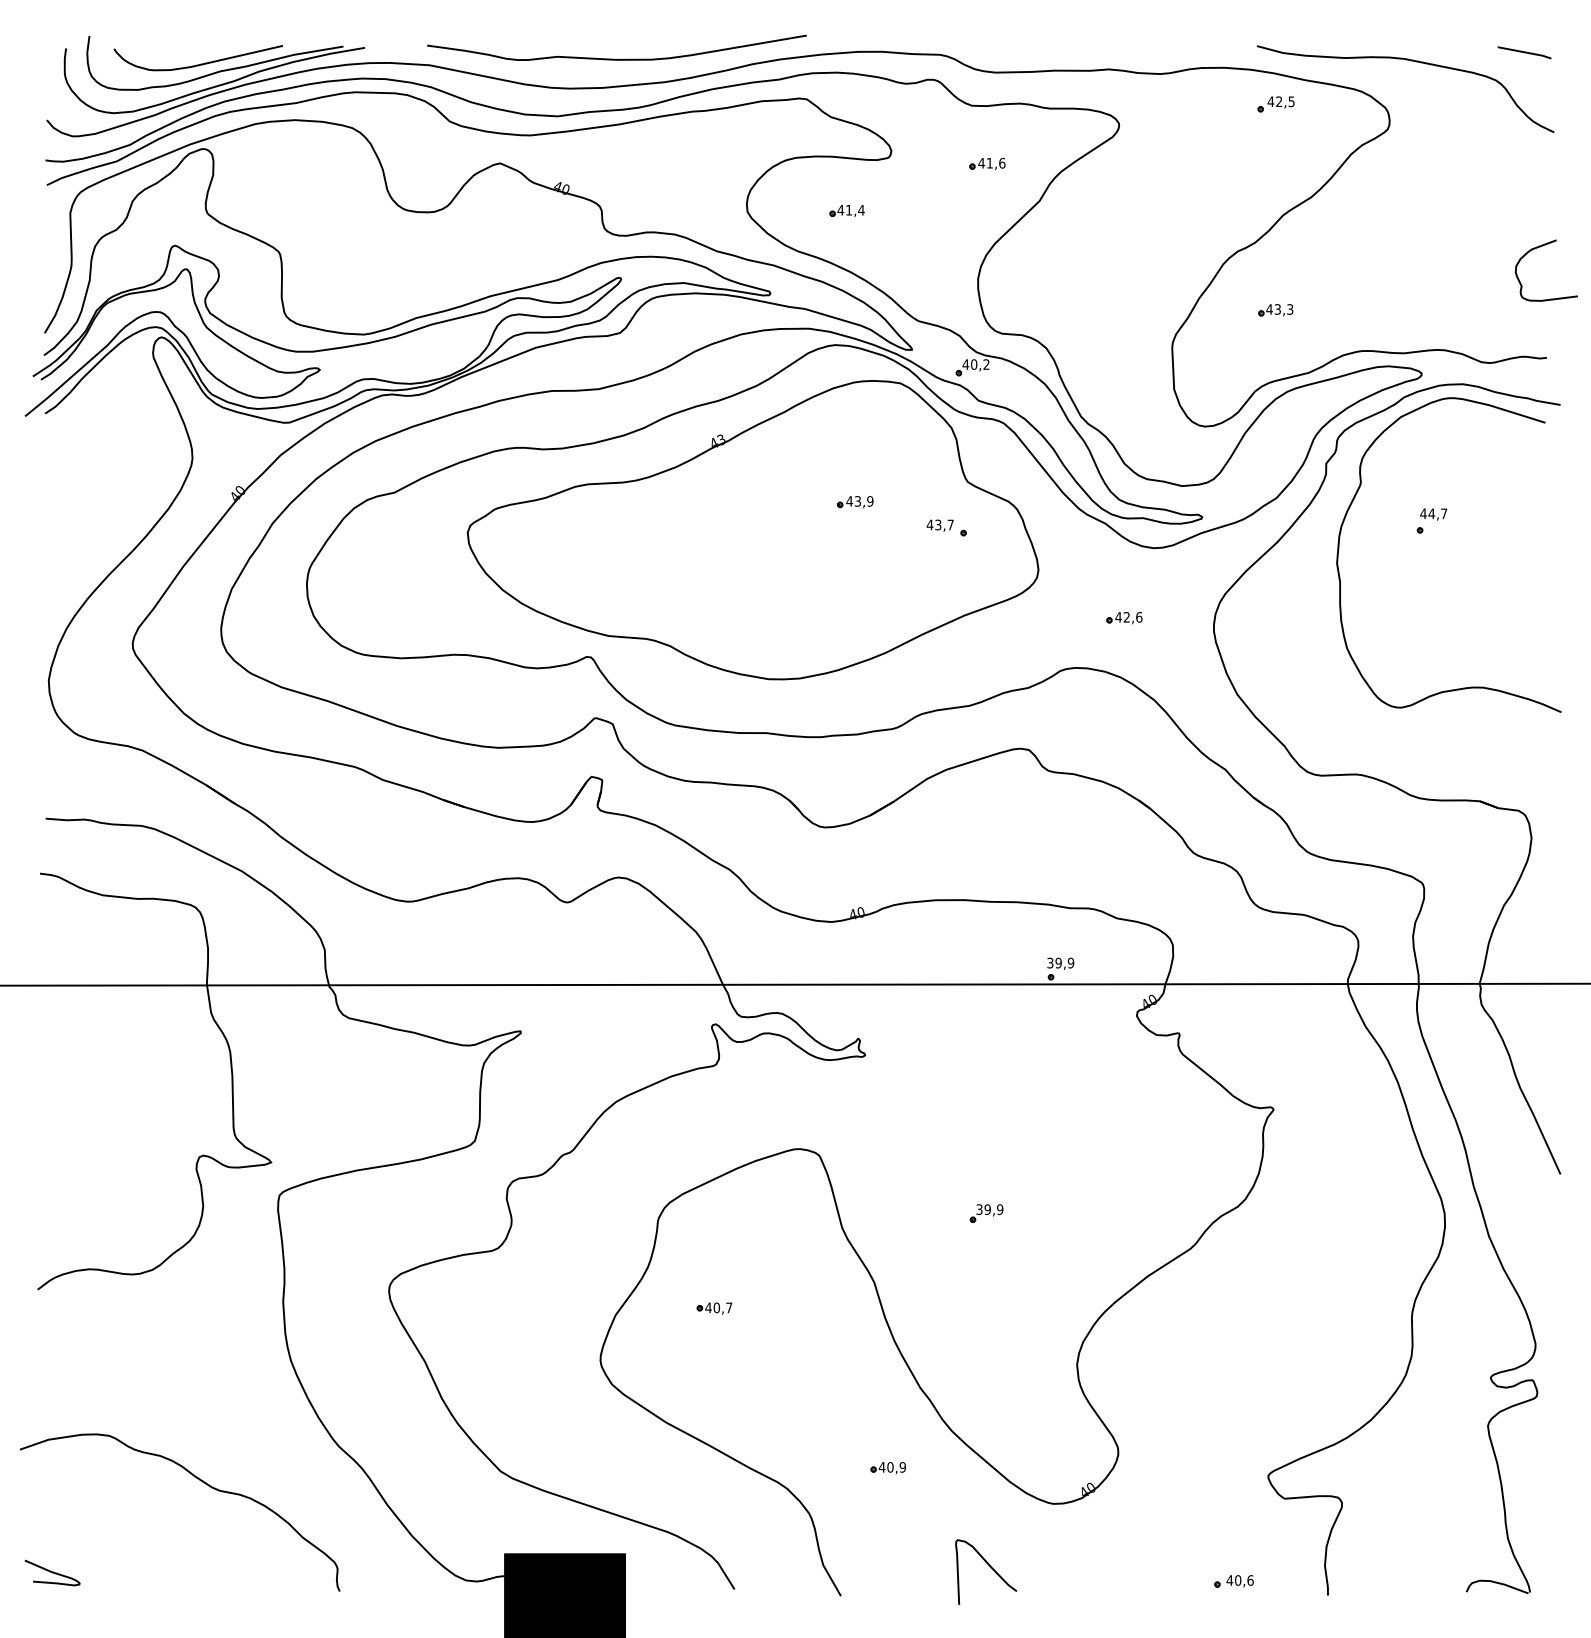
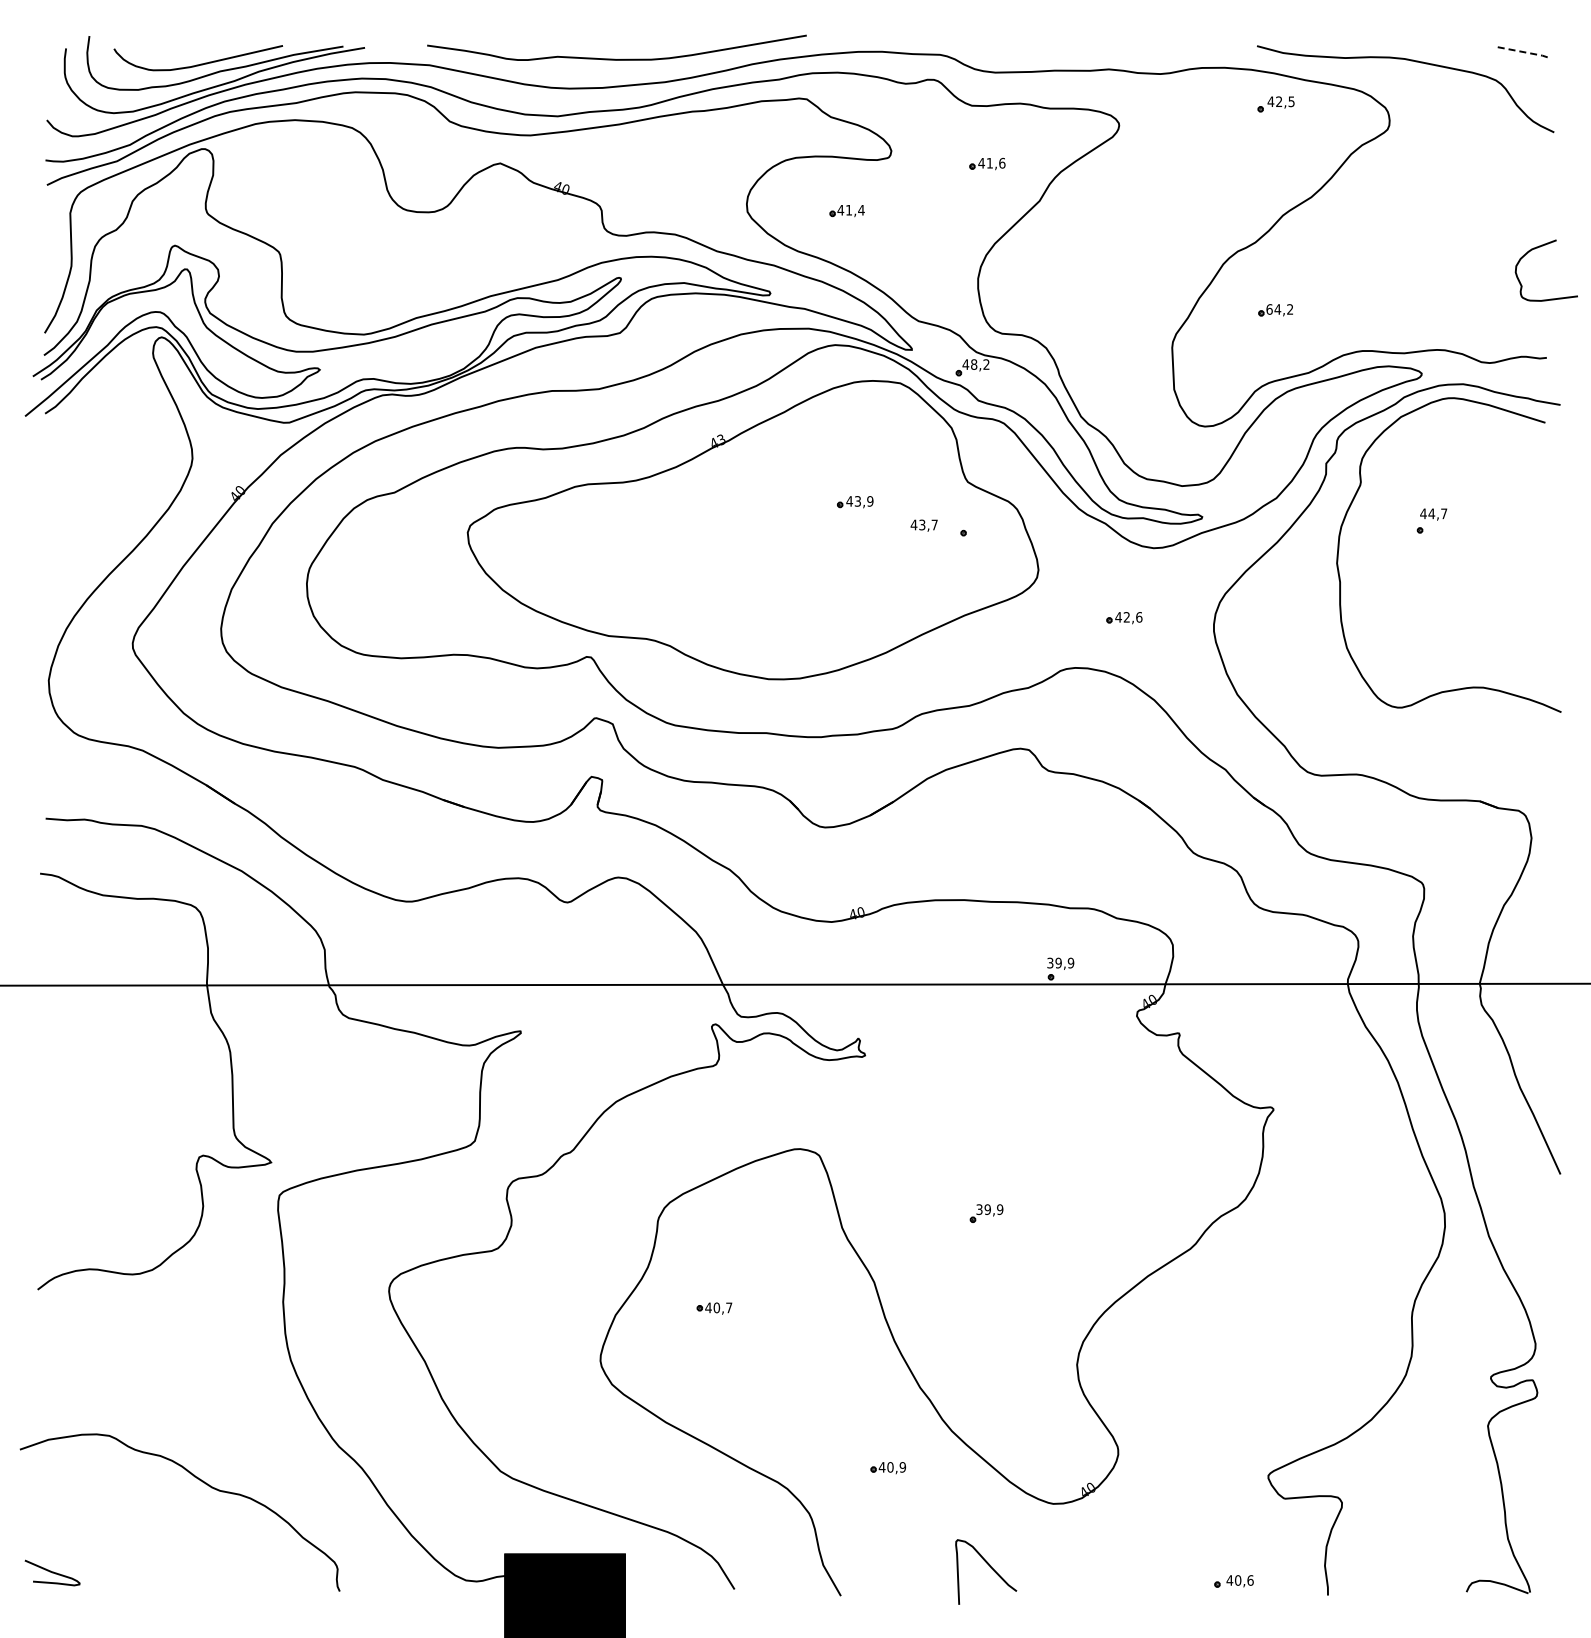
line at (1526, 52): solid -> dashed
text at (1279, 309): 43,3 -> 64,2
text at (974, 364): 40,2 -> 48,2
text at (939, 525) position: (939, 525) -> (923, 525)
